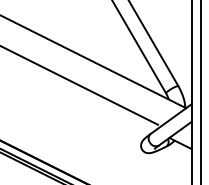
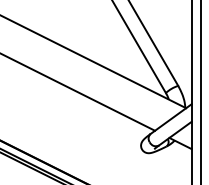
line at (80, 85) position: (80, 85) -> (78, 92)
